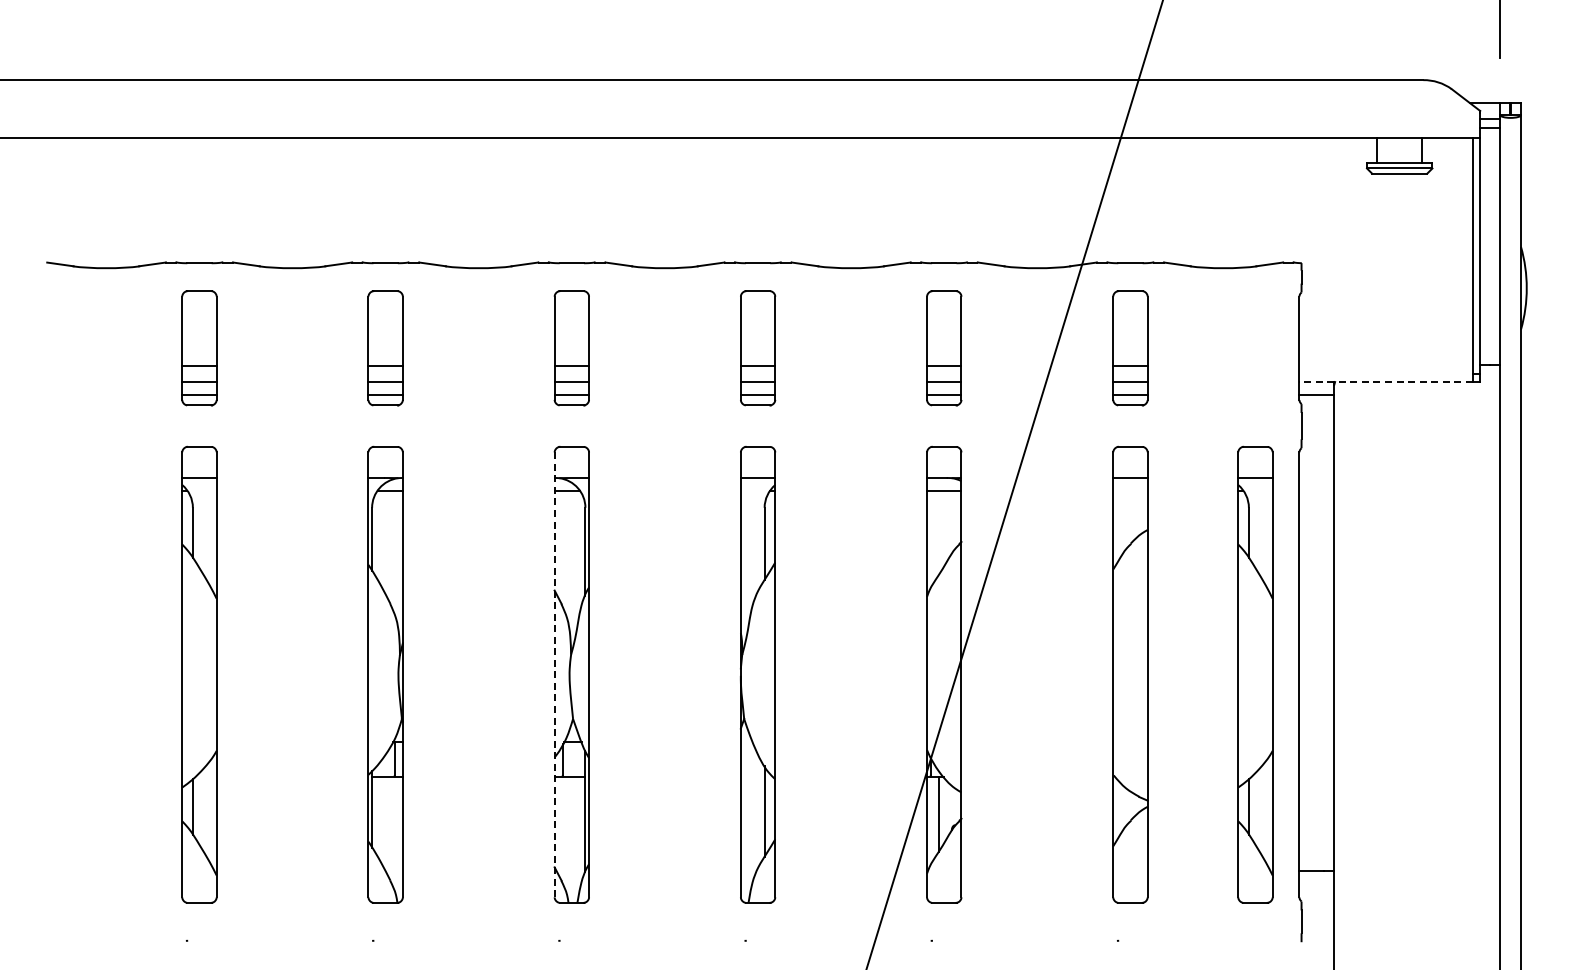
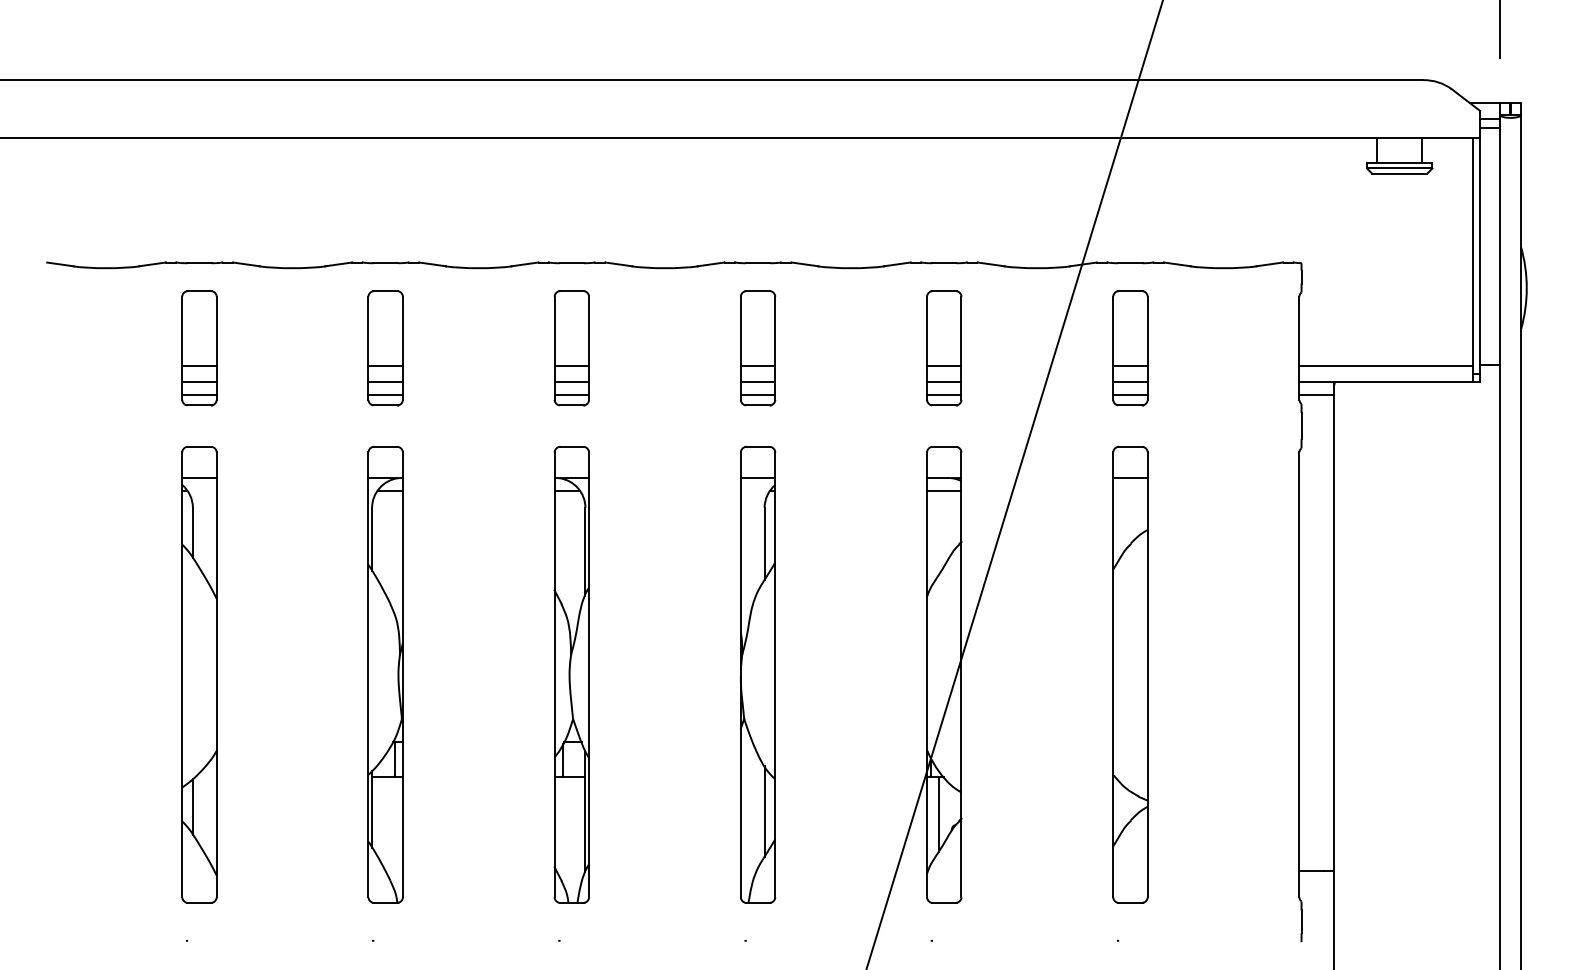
line at (1385, 366): none -> present
line at (1386, 382): dashed -> solid
line at (554, 674): dashed -> solid
part at (1255, 674): present -> none
